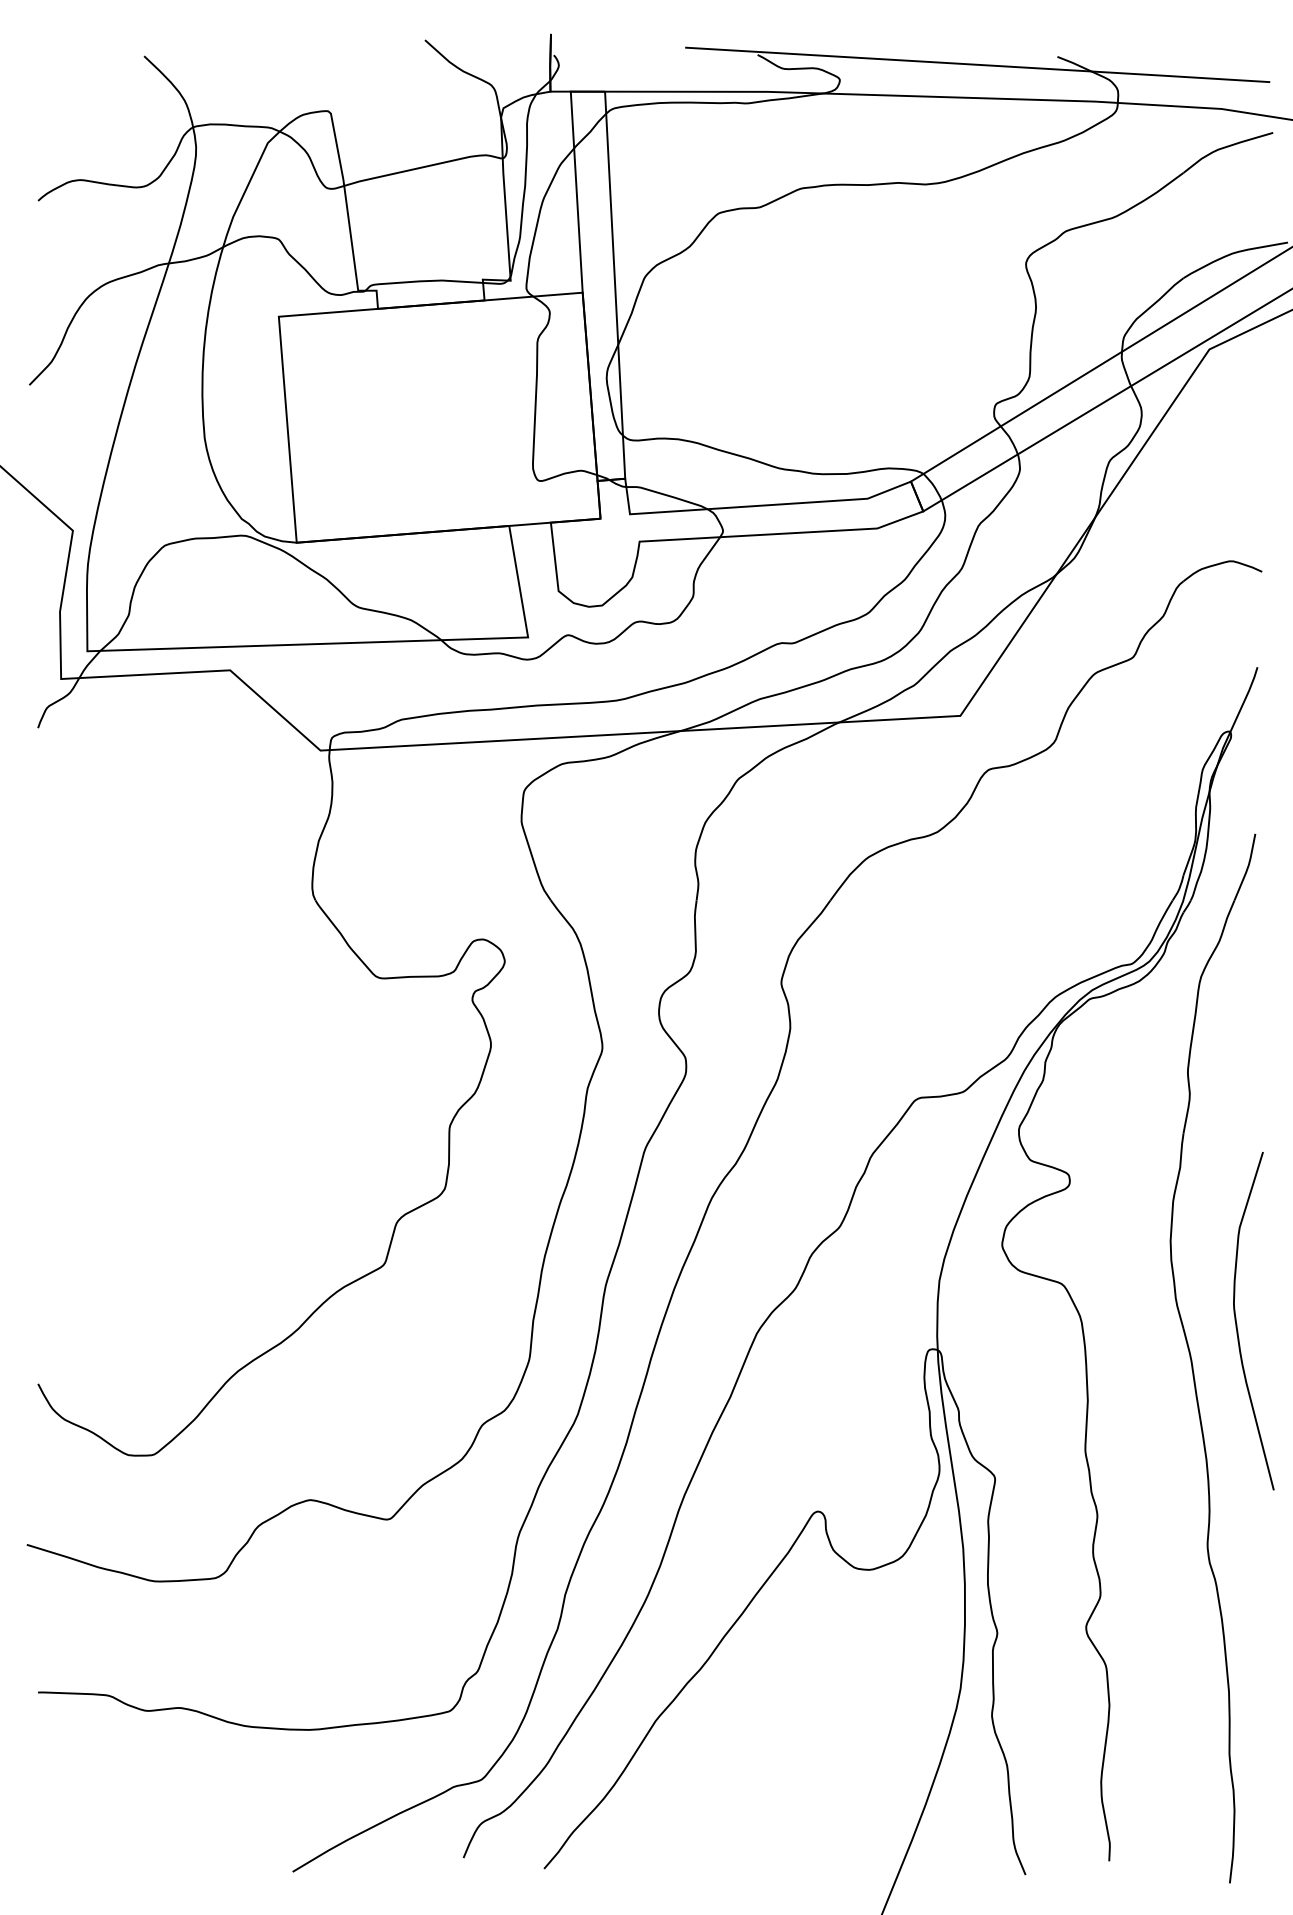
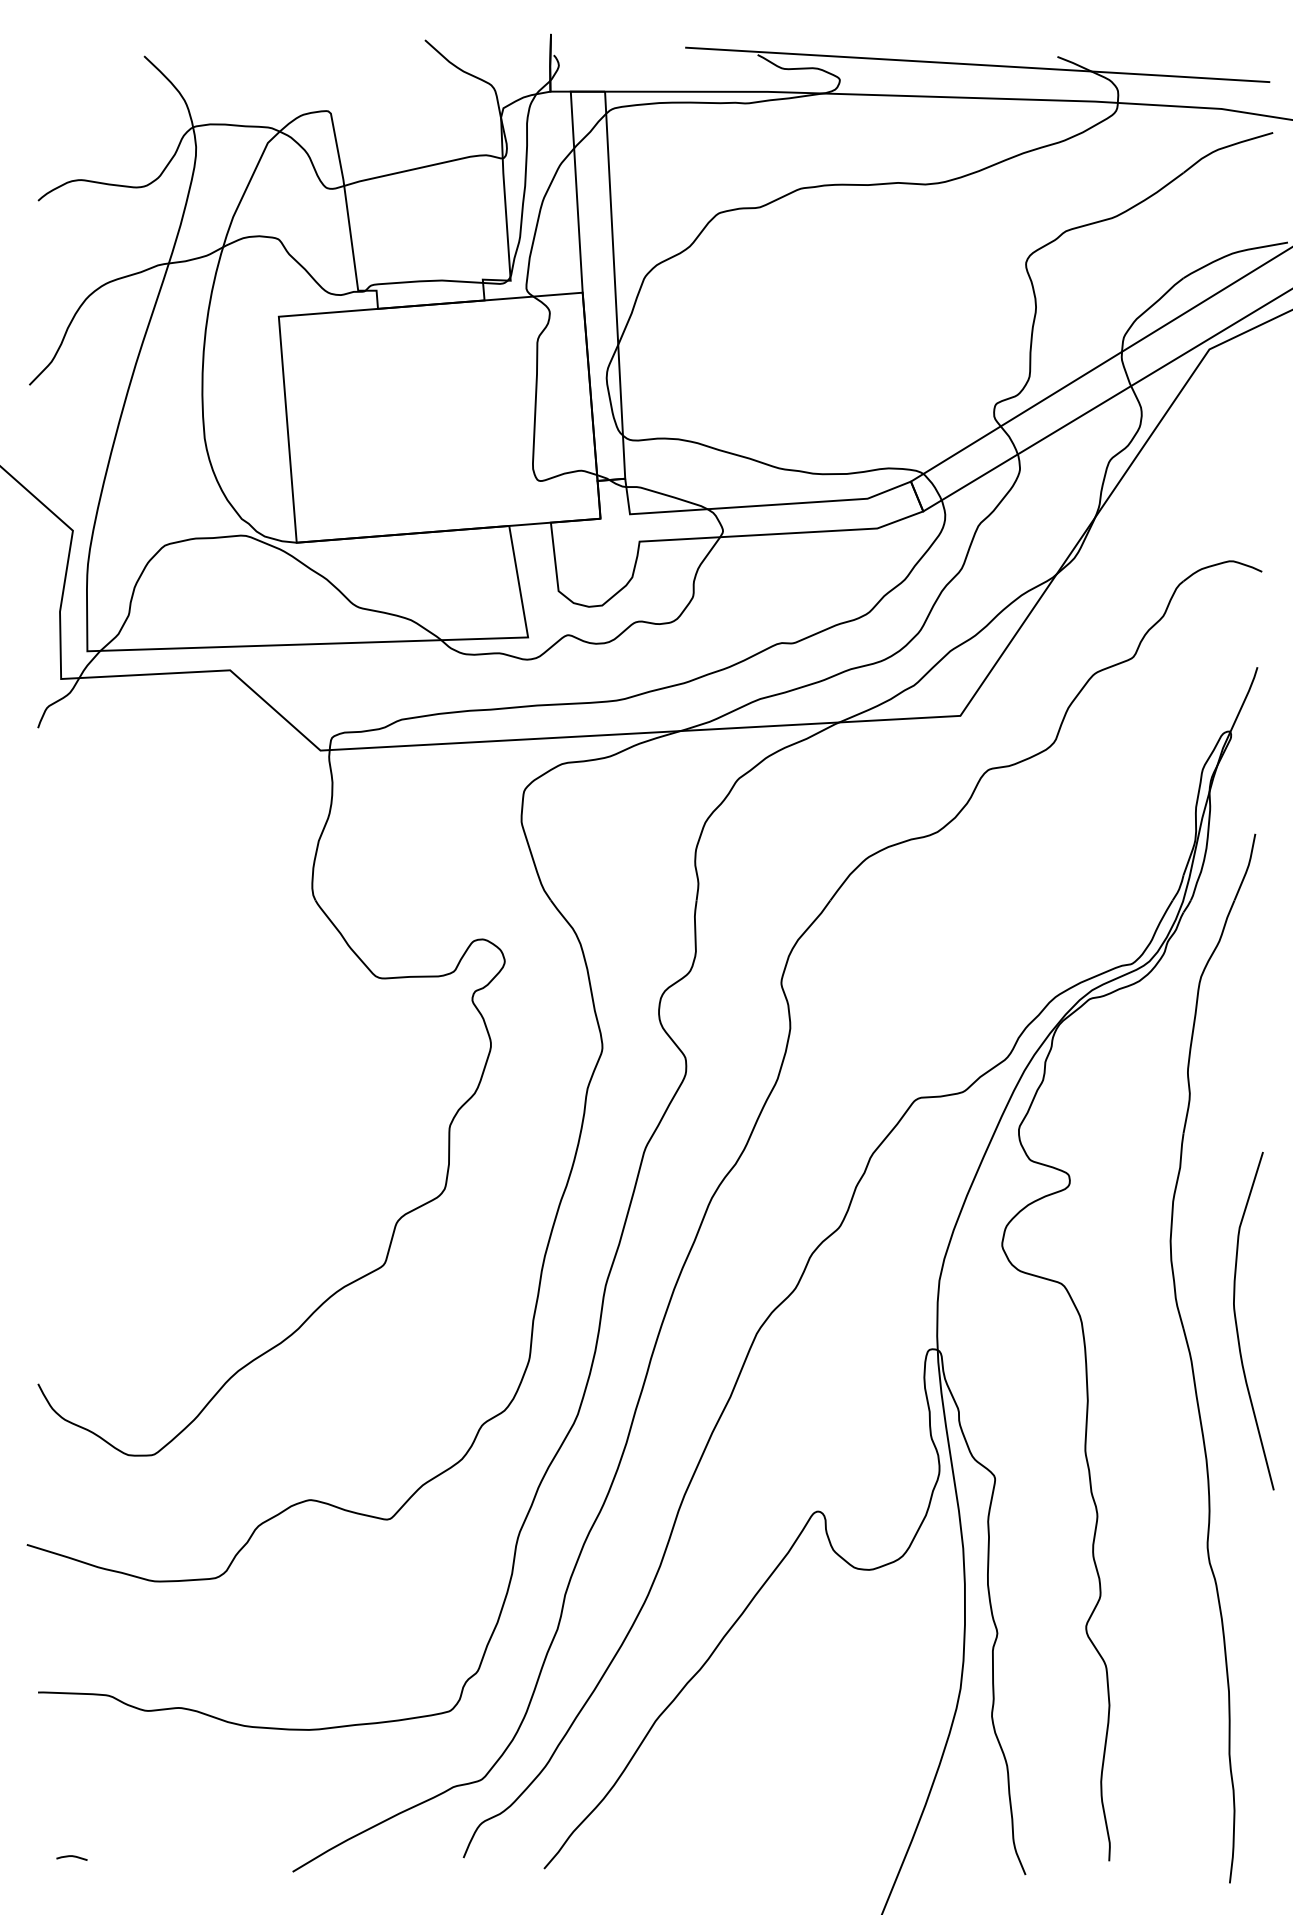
curve at (71, 1856): none -> present
